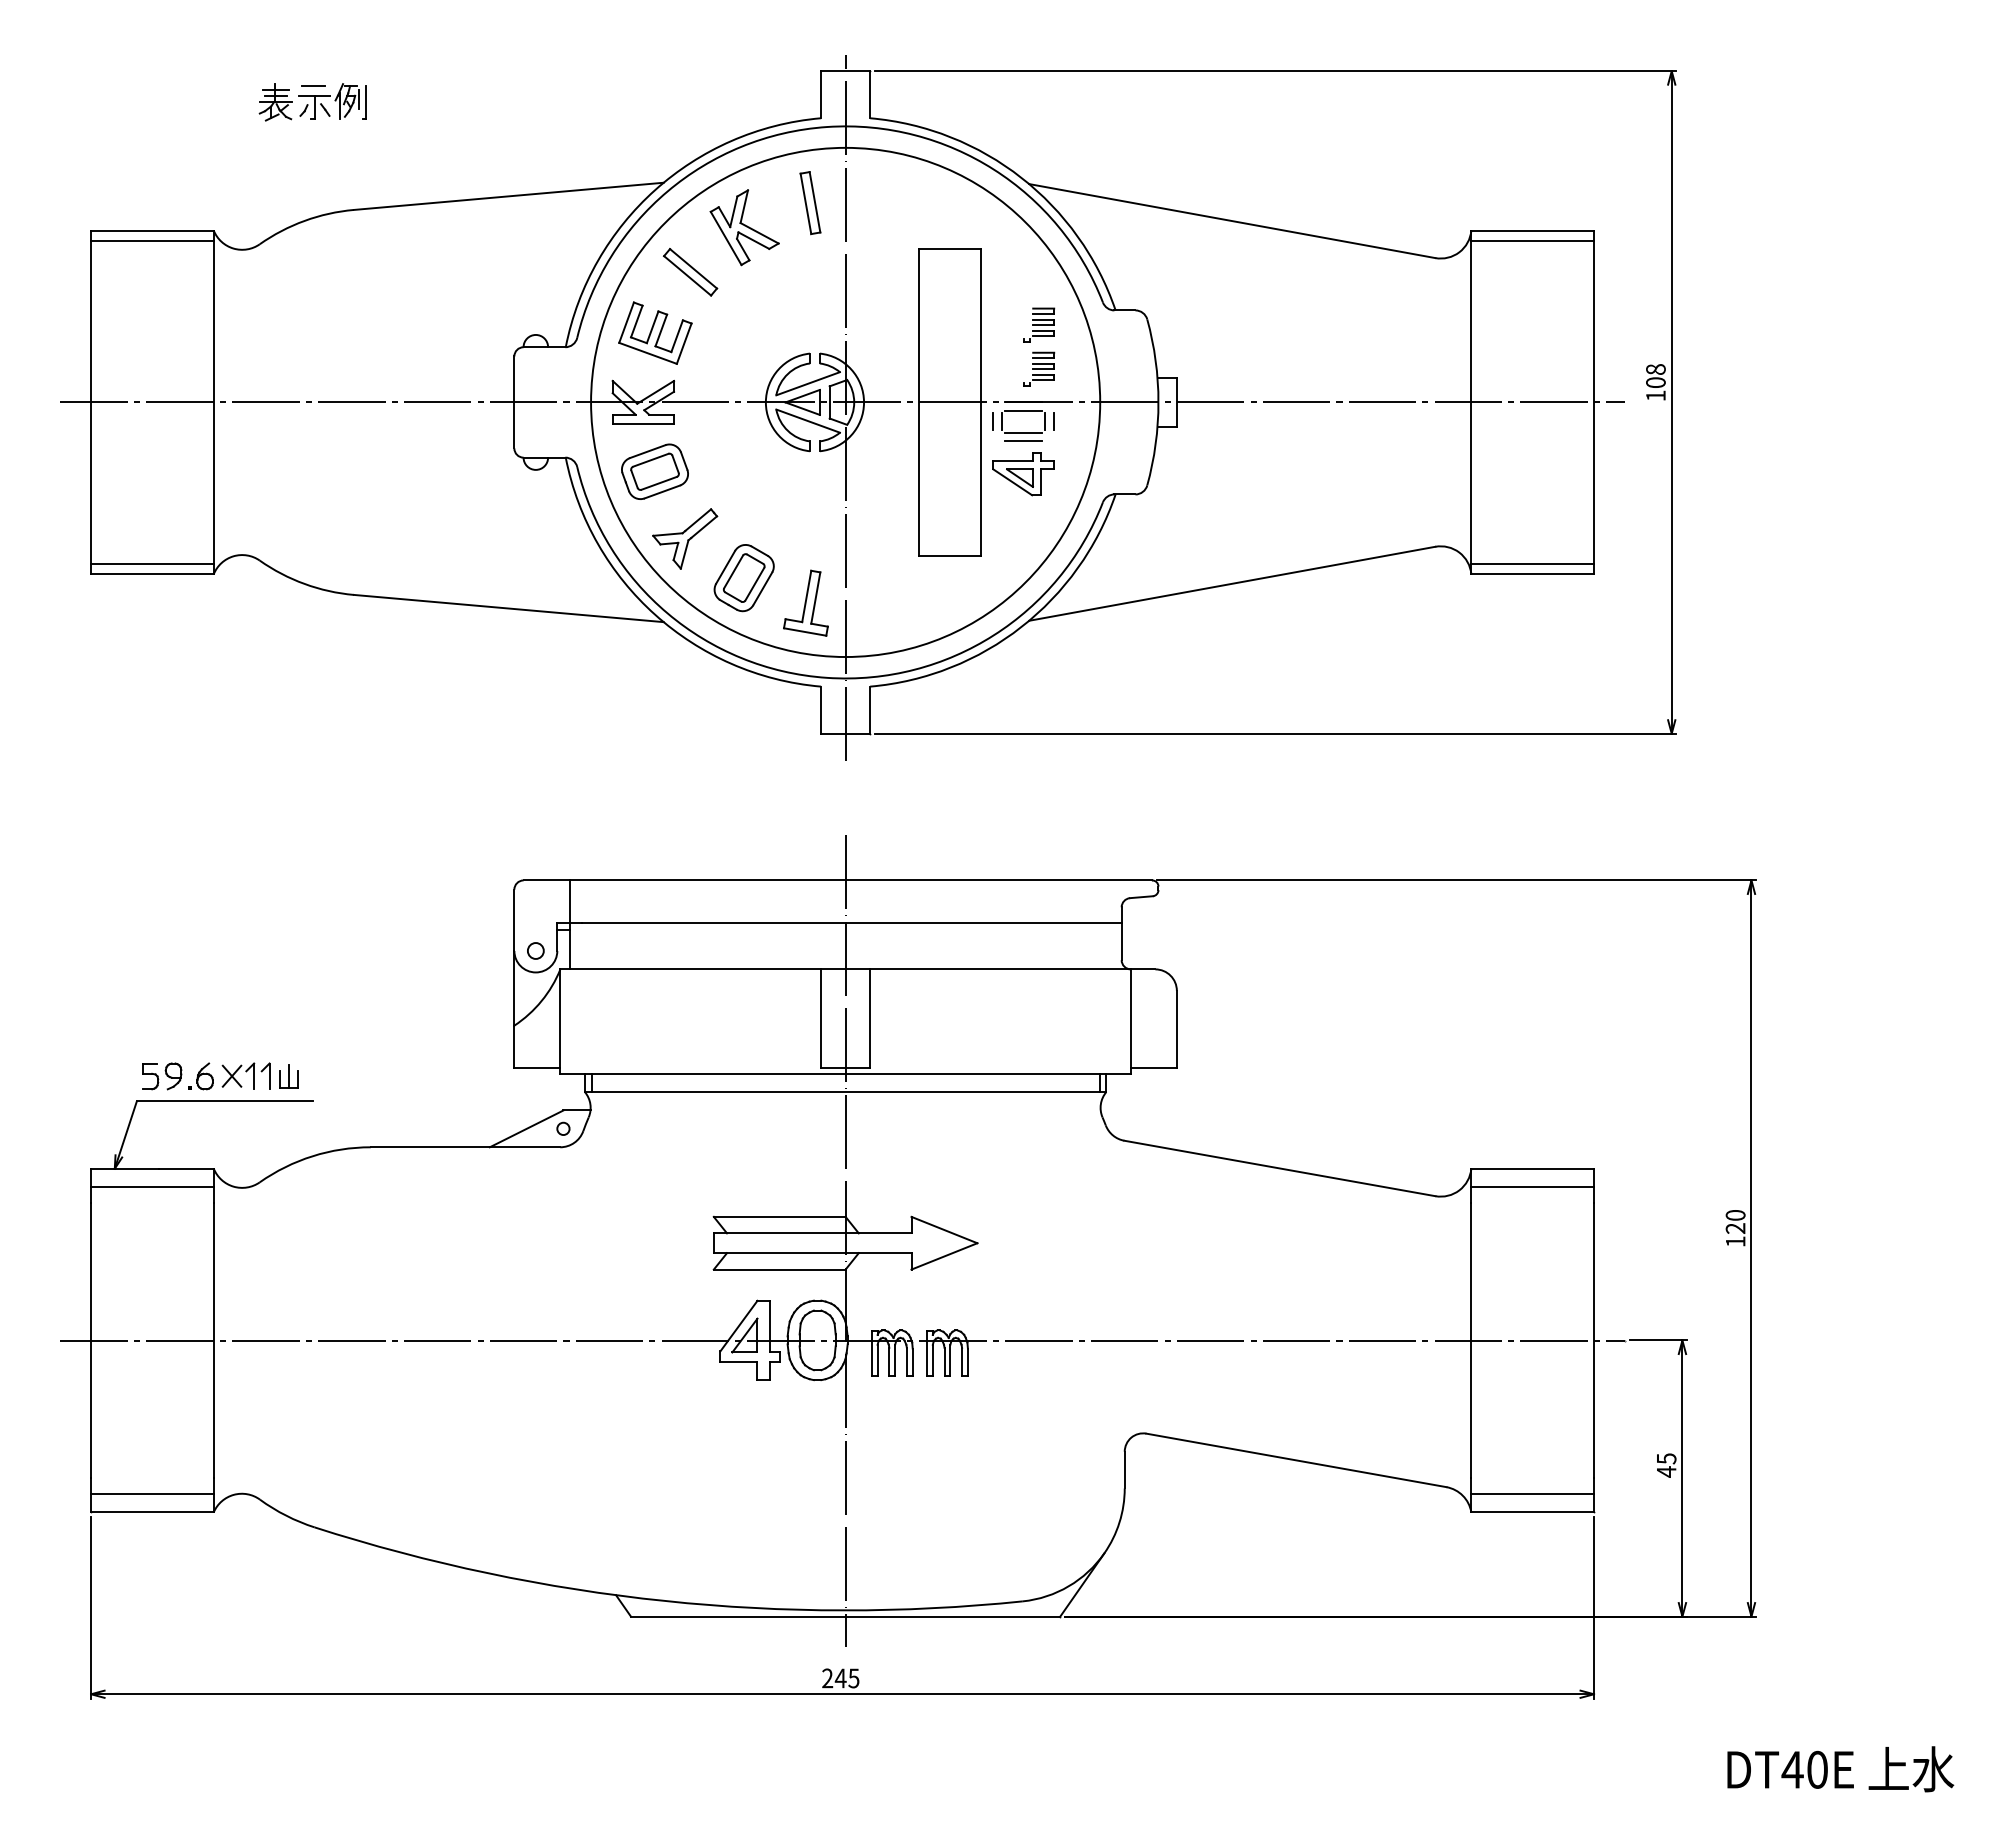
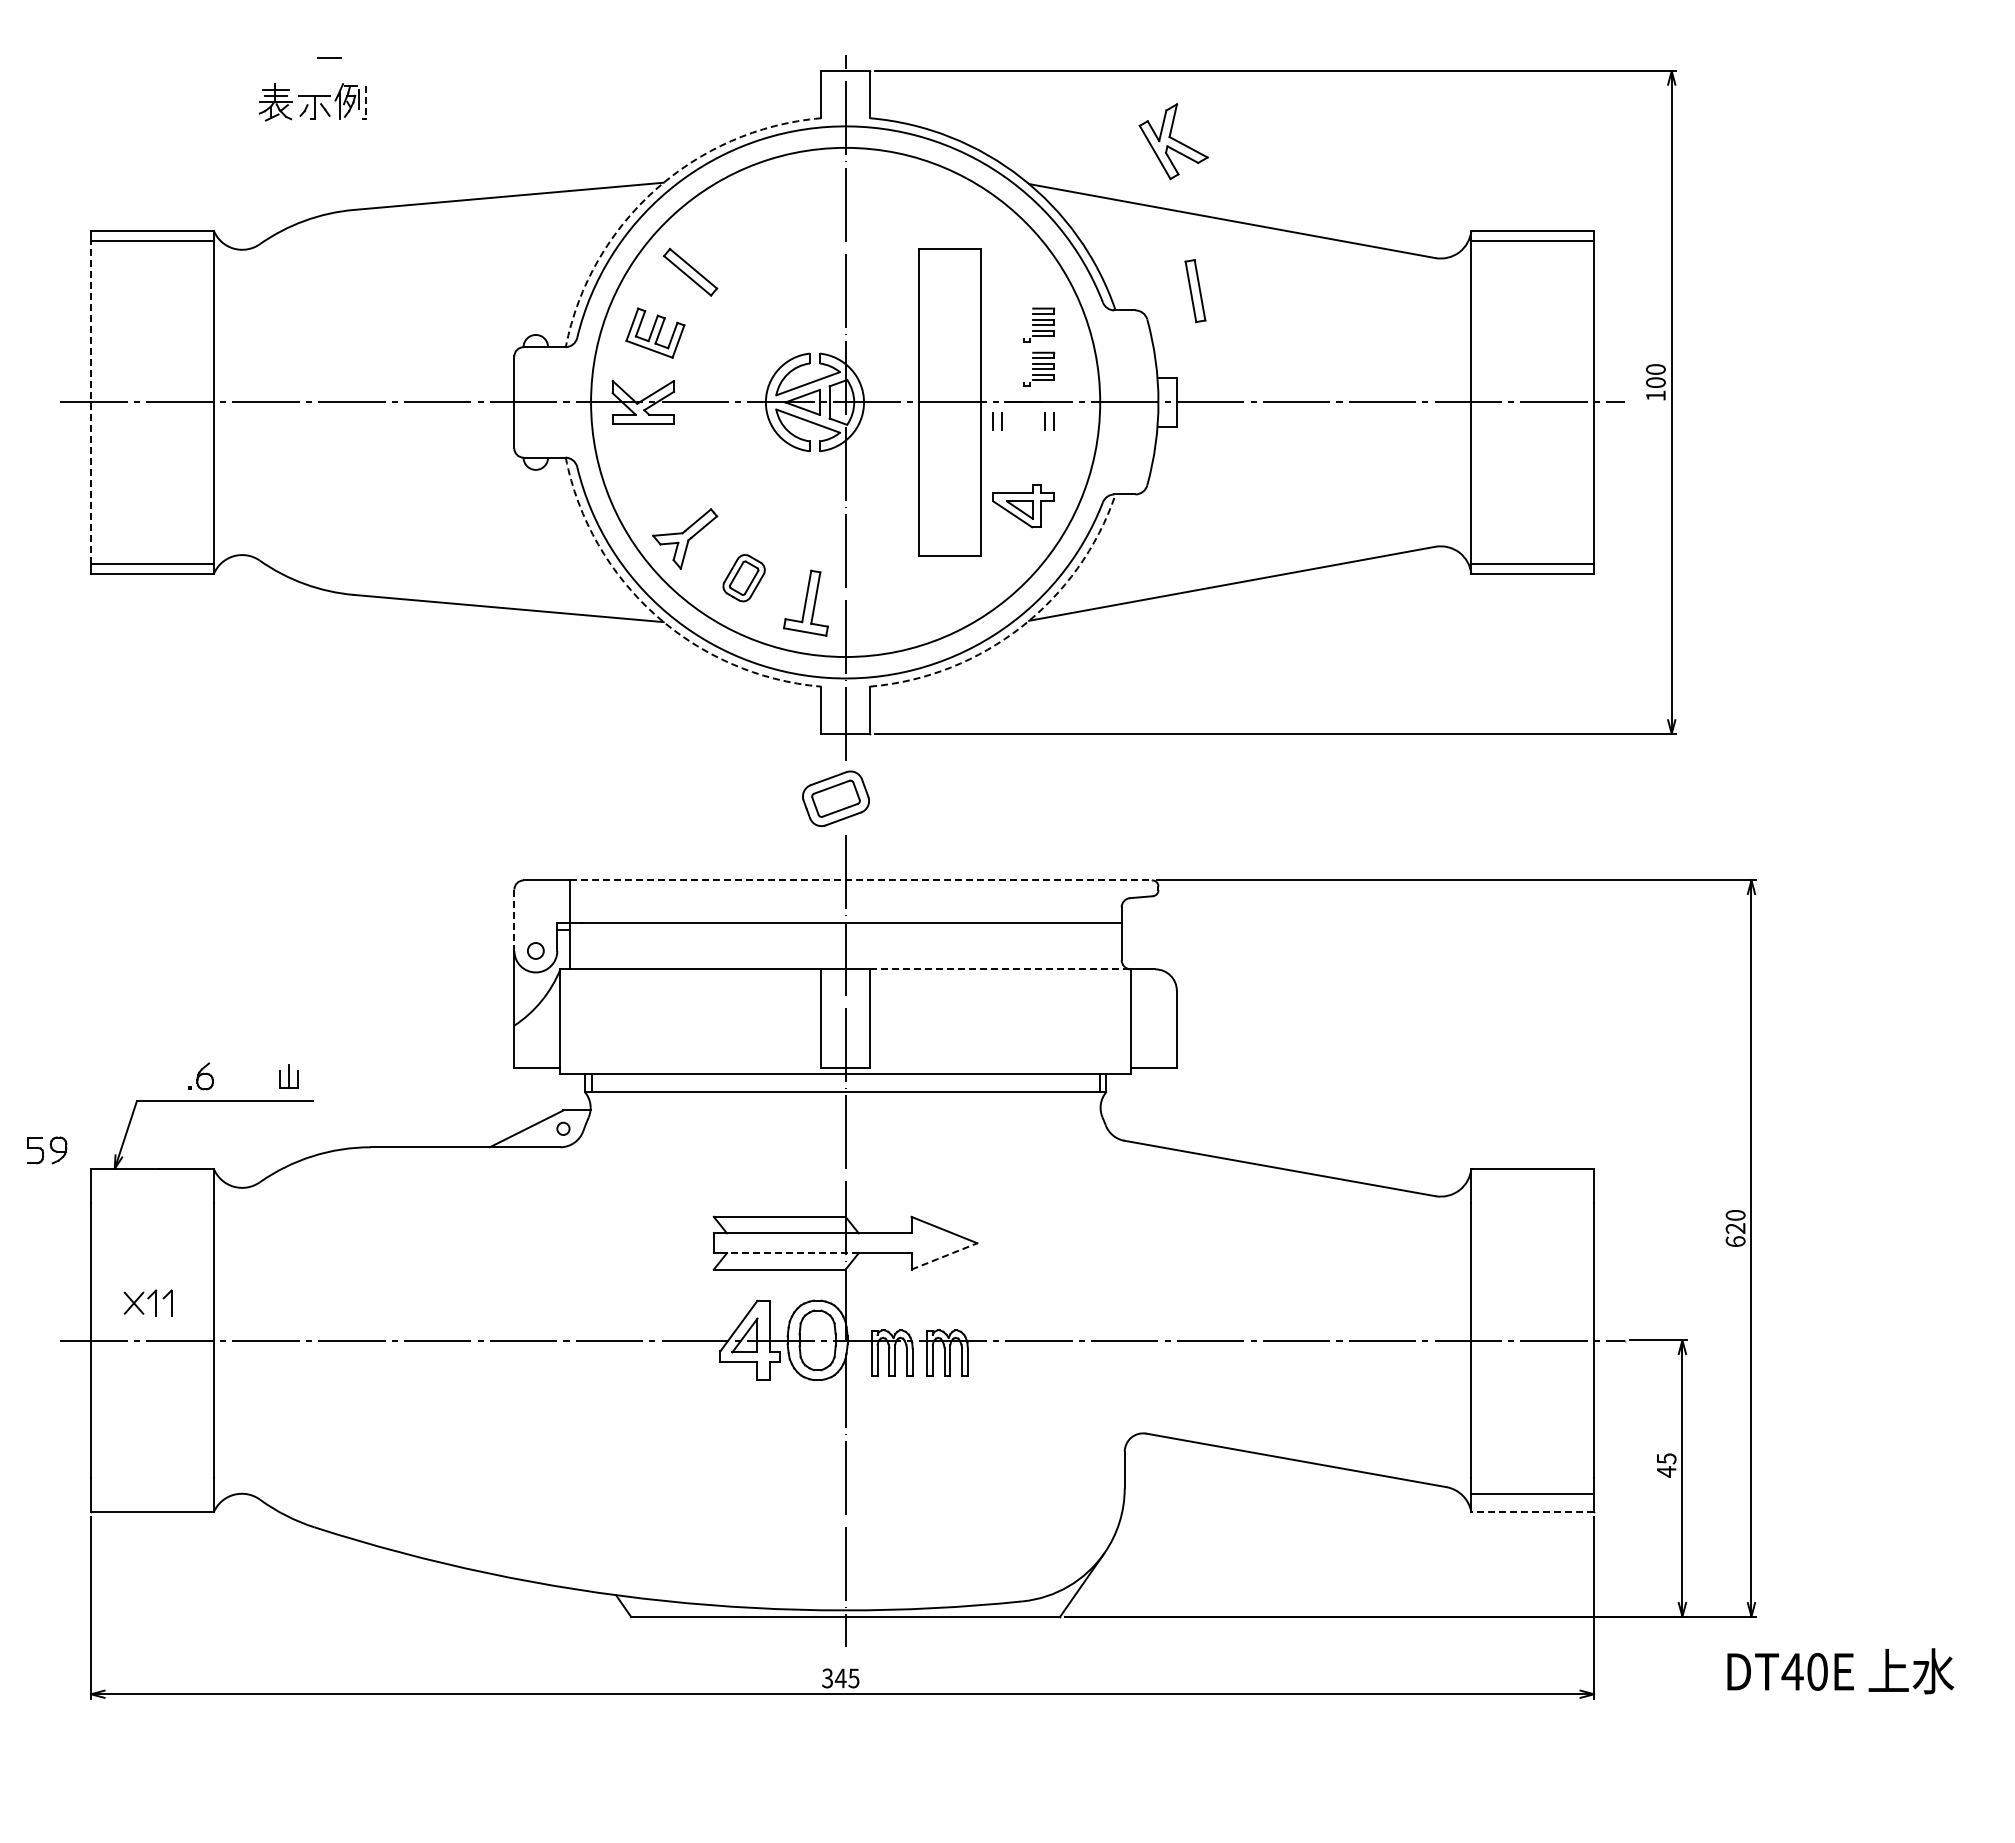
line at (313, 85) position: (313, 85) -> (329, 57)
line at (365, 102): solid -> dashed
arc at (655, 190): solid -> dashed
part at (810, 203) position: (810, 203) -> (1195, 291)
part at (744, 227) position: (744, 227) -> (1173, 141)
part at (655, 332) size: 75x64 px -> 61x52 px
text at (1655, 369): 108 -> 100
line at (91, 402): solid -> dashed
line at (1023, 410): present -> none
line at (1023, 432): present -> none
line at (1023, 441): present -> none
part at (654, 471) position: (654, 471) -> (835, 798)
part at (1023, 474) position: (1023, 474) -> (1023, 506)
part at (743, 578) size: 62x69 px -> 44x49 px
arc at (655, 614): solid -> dashed
arc at (1021, 627): solid -> dashed
line at (861, 880): solid -> dashed
line at (514, 920): solid -> dashed
line at (1001, 969): solid -> dashed
part at (245, 1075) position: (245, 1075) -> (147, 1302)
part at (162, 1076) position: (162, 1076) -> (47, 1150)
line at (152, 1187): present -> none
line at (1532, 1187): present -> none
text at (1735, 1241): 120 -> 620
line at (792, 1253): solid -> dashed
line at (944, 1256): solid -> dashed
line at (152, 1494): present -> none
line at (1532, 1512): solid -> dashed
text at (827, 1678): 245 -> 345
text at (1840, 1769) position: (1840, 1769) -> (1840, 1671)
